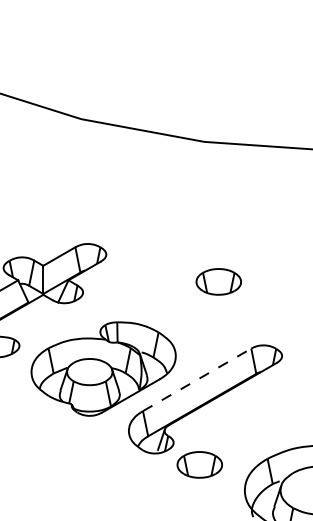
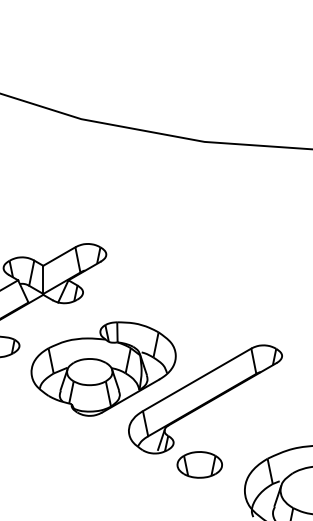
part at (218, 281): present -> none
line at (197, 379): dashed -> solid
